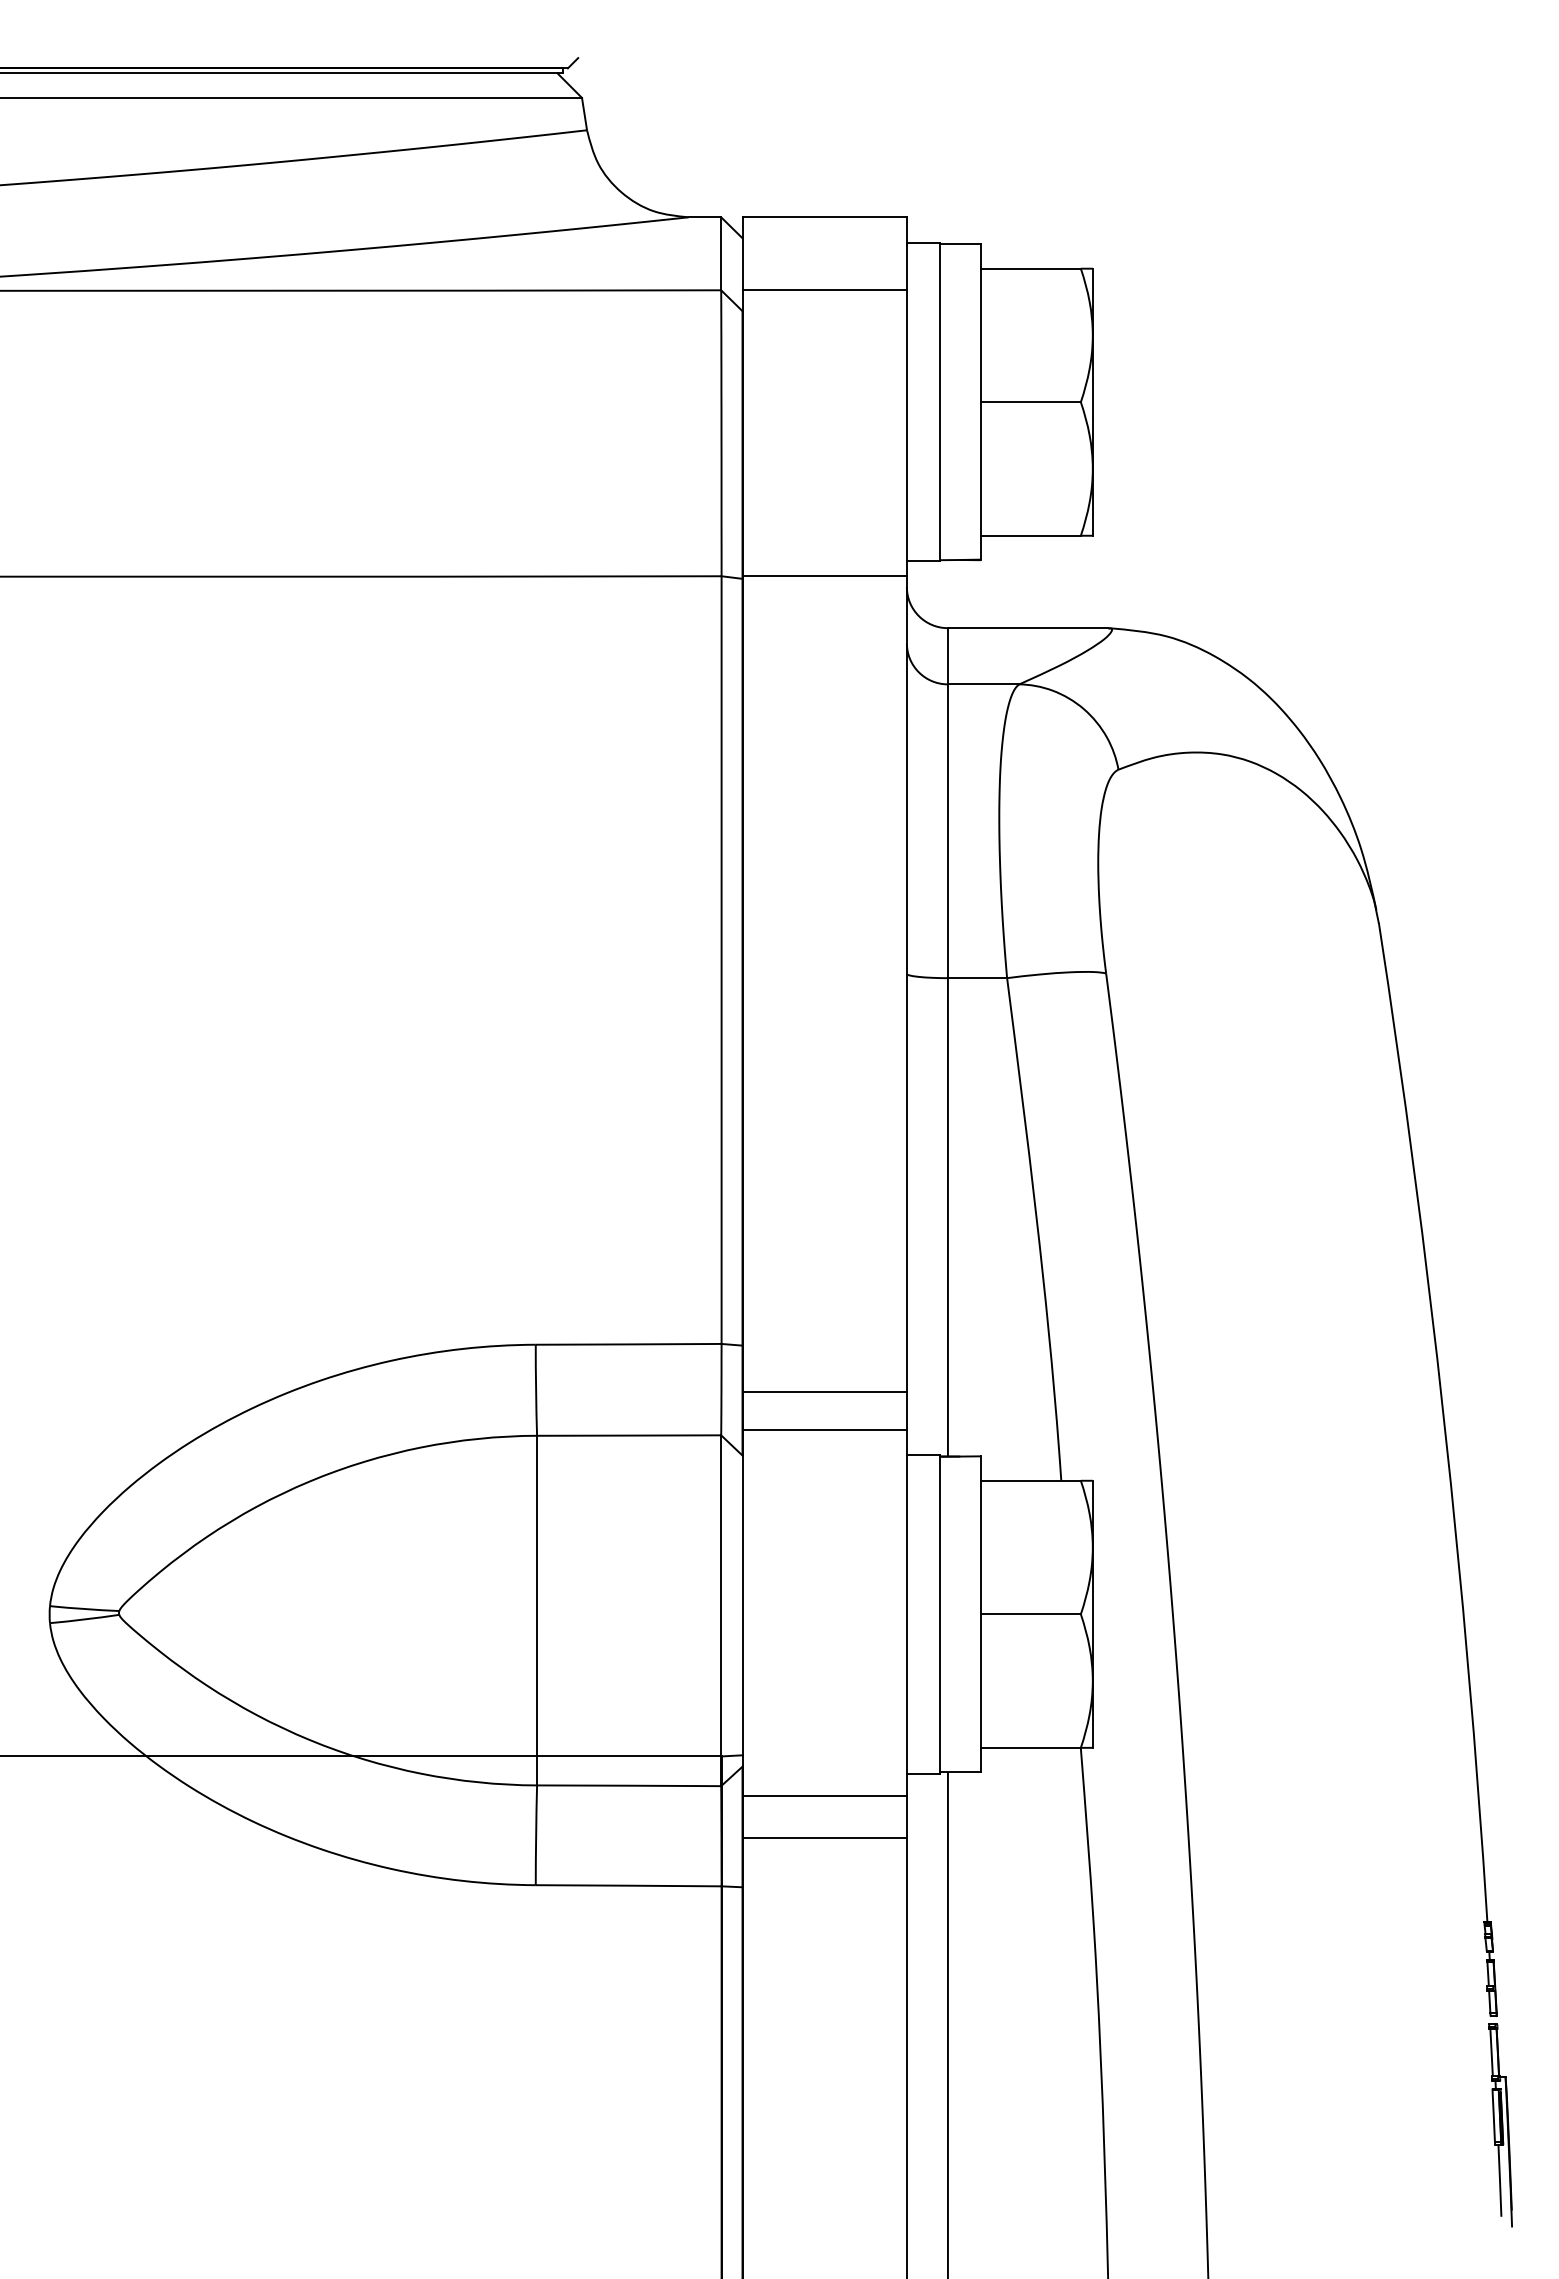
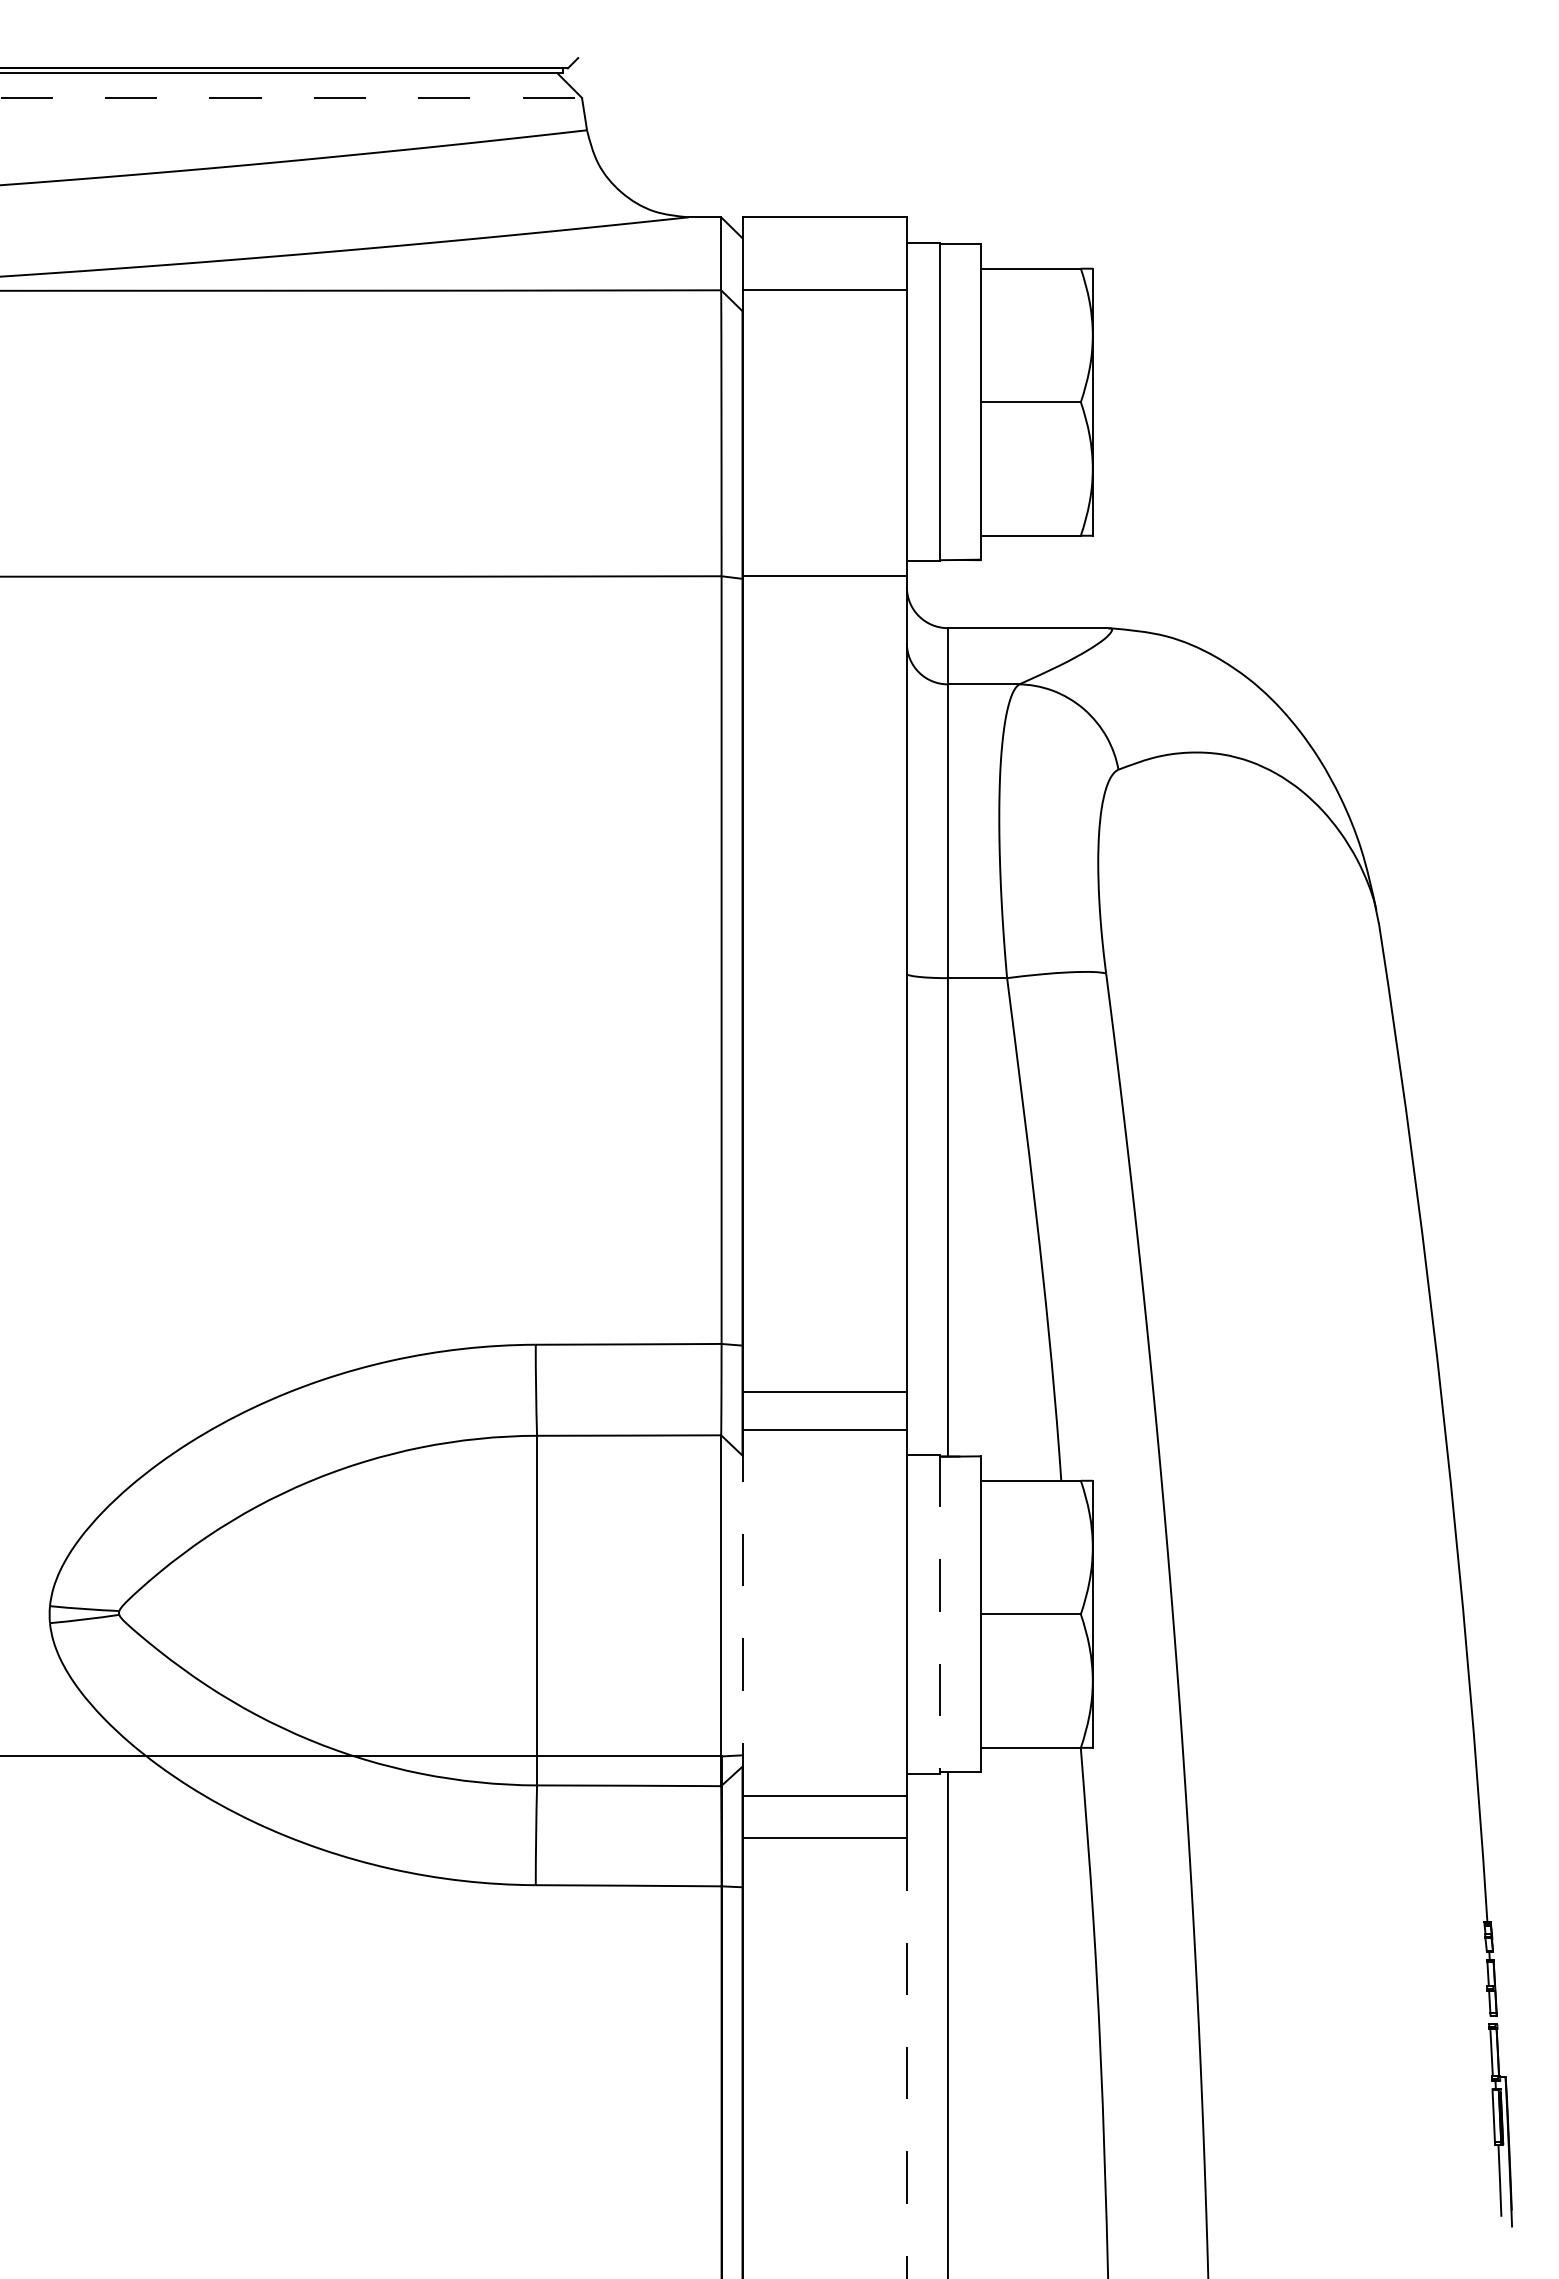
line at (291, 97): solid -> dashed
line at (742, 1613): solid -> dashed
line at (939, 1614): solid -> dashed
line at (906, 2058): solid -> dashed
